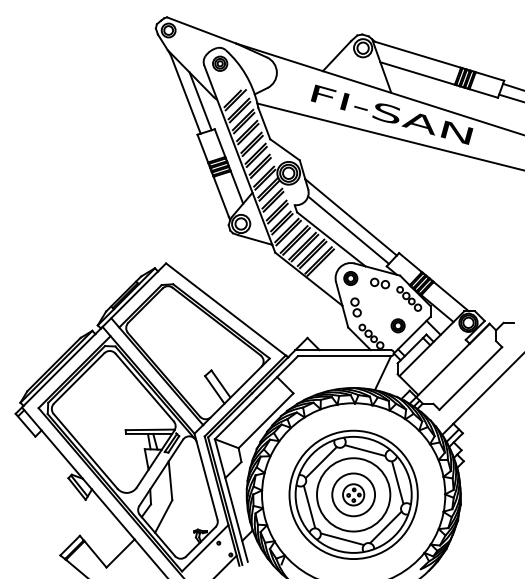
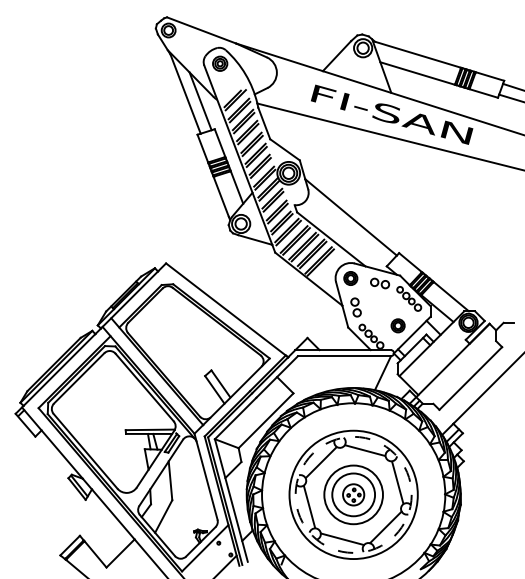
line at (348, 229): present -> none
circle at (353, 494) diameter: 73 px -> 59 px
circle at (353, 494): solid -> dashed
